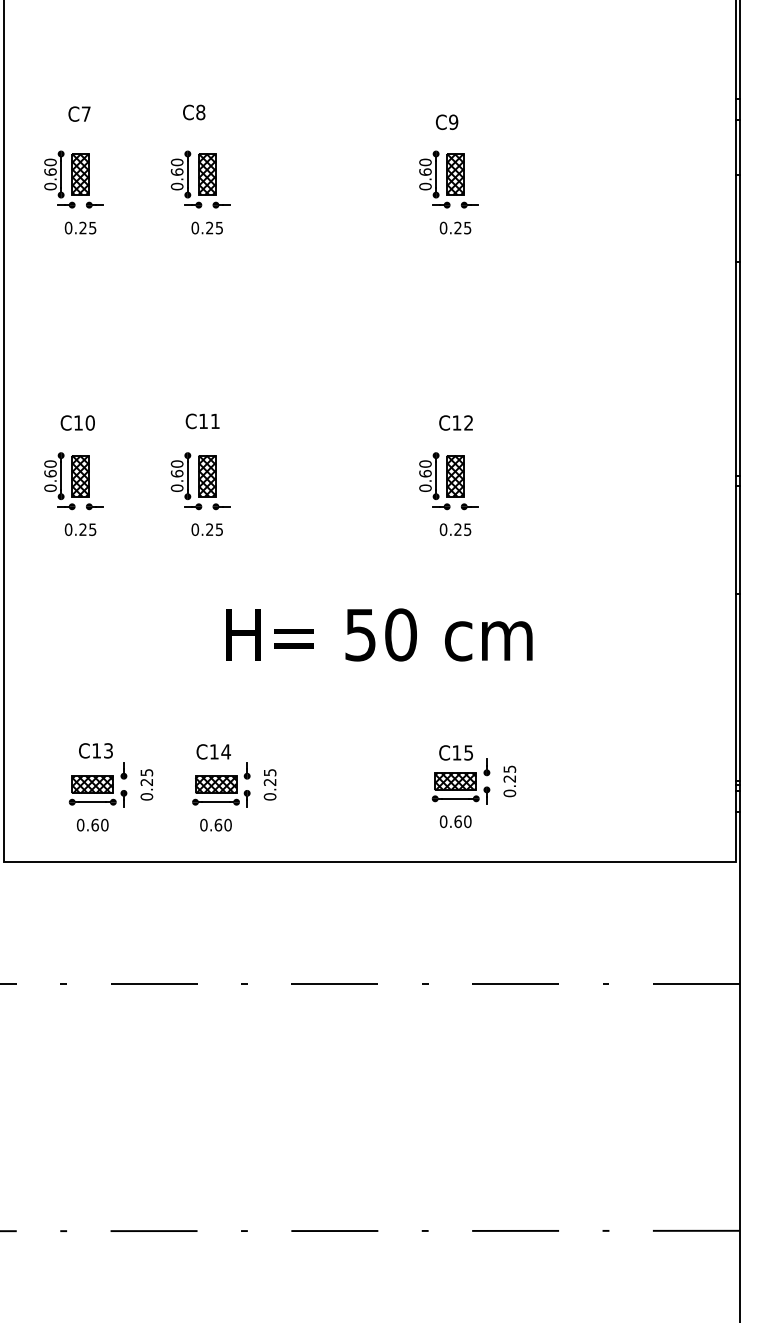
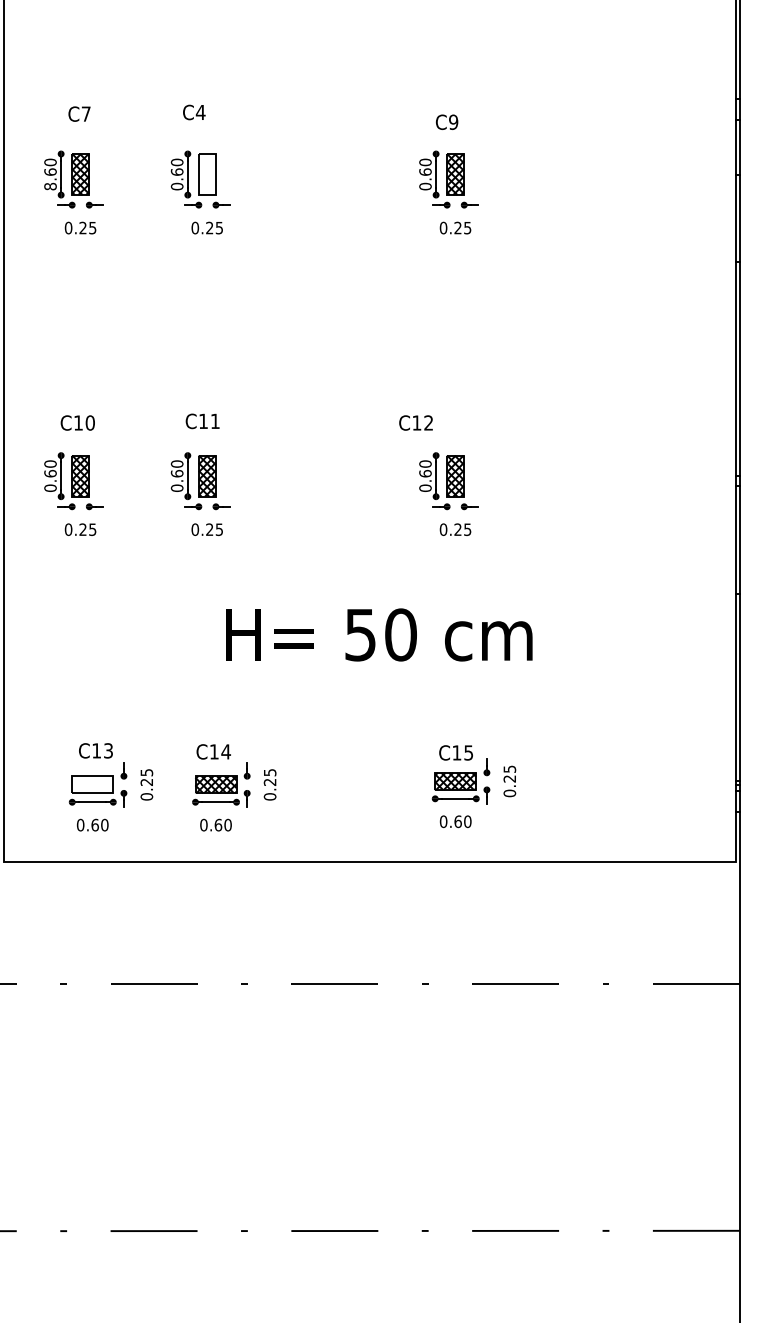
text at (200, 112): C8 -> C4
hatch at (207, 174): present -> none
text at (50, 186): 0.60 -> 8.60
text at (455, 422) position: (455, 422) -> (415, 422)
hatch at (92, 784): present -> none
